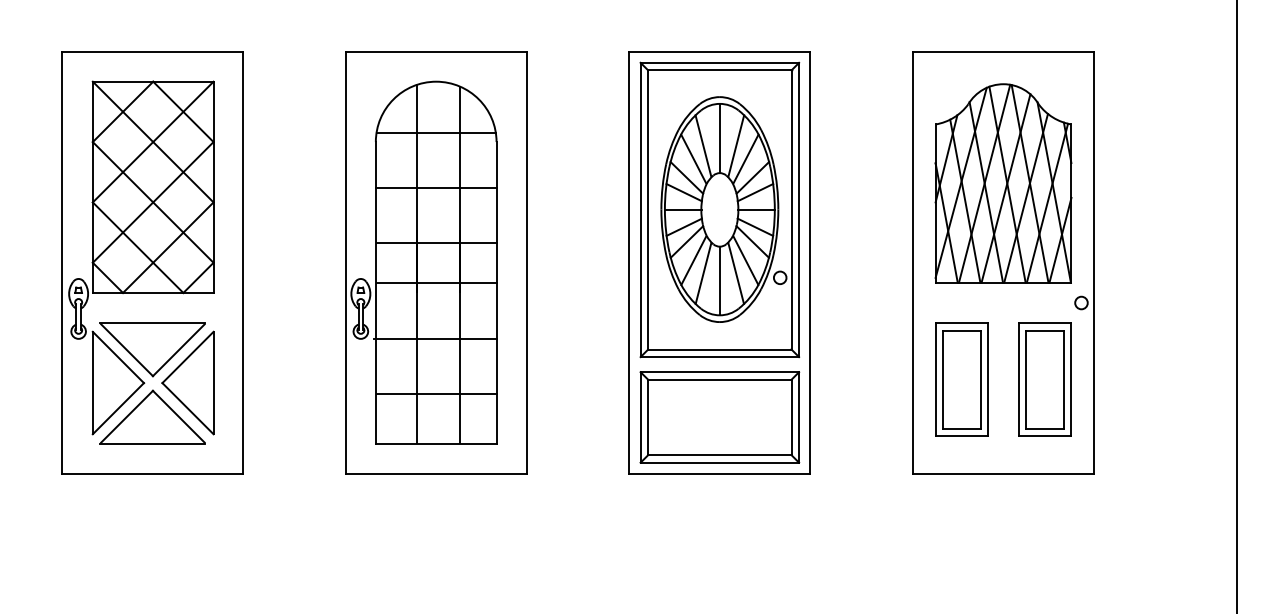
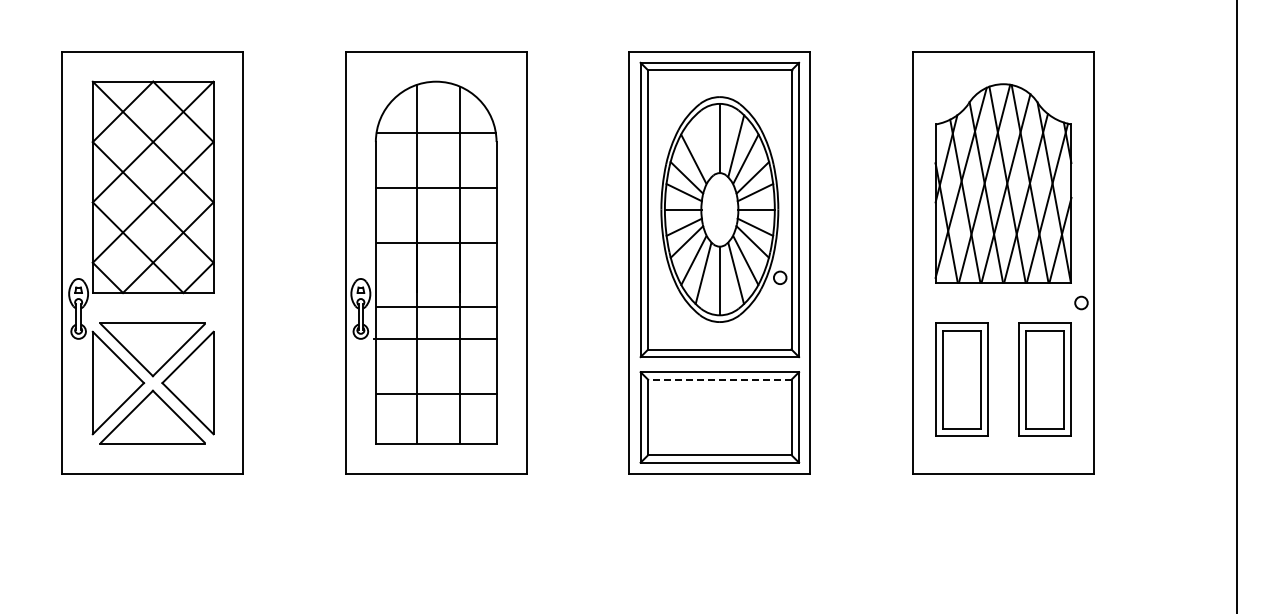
line at (703, 145): present -> none
line at (437, 283) position: (437, 283) -> (437, 307)
line at (719, 379): solid -> dashed
